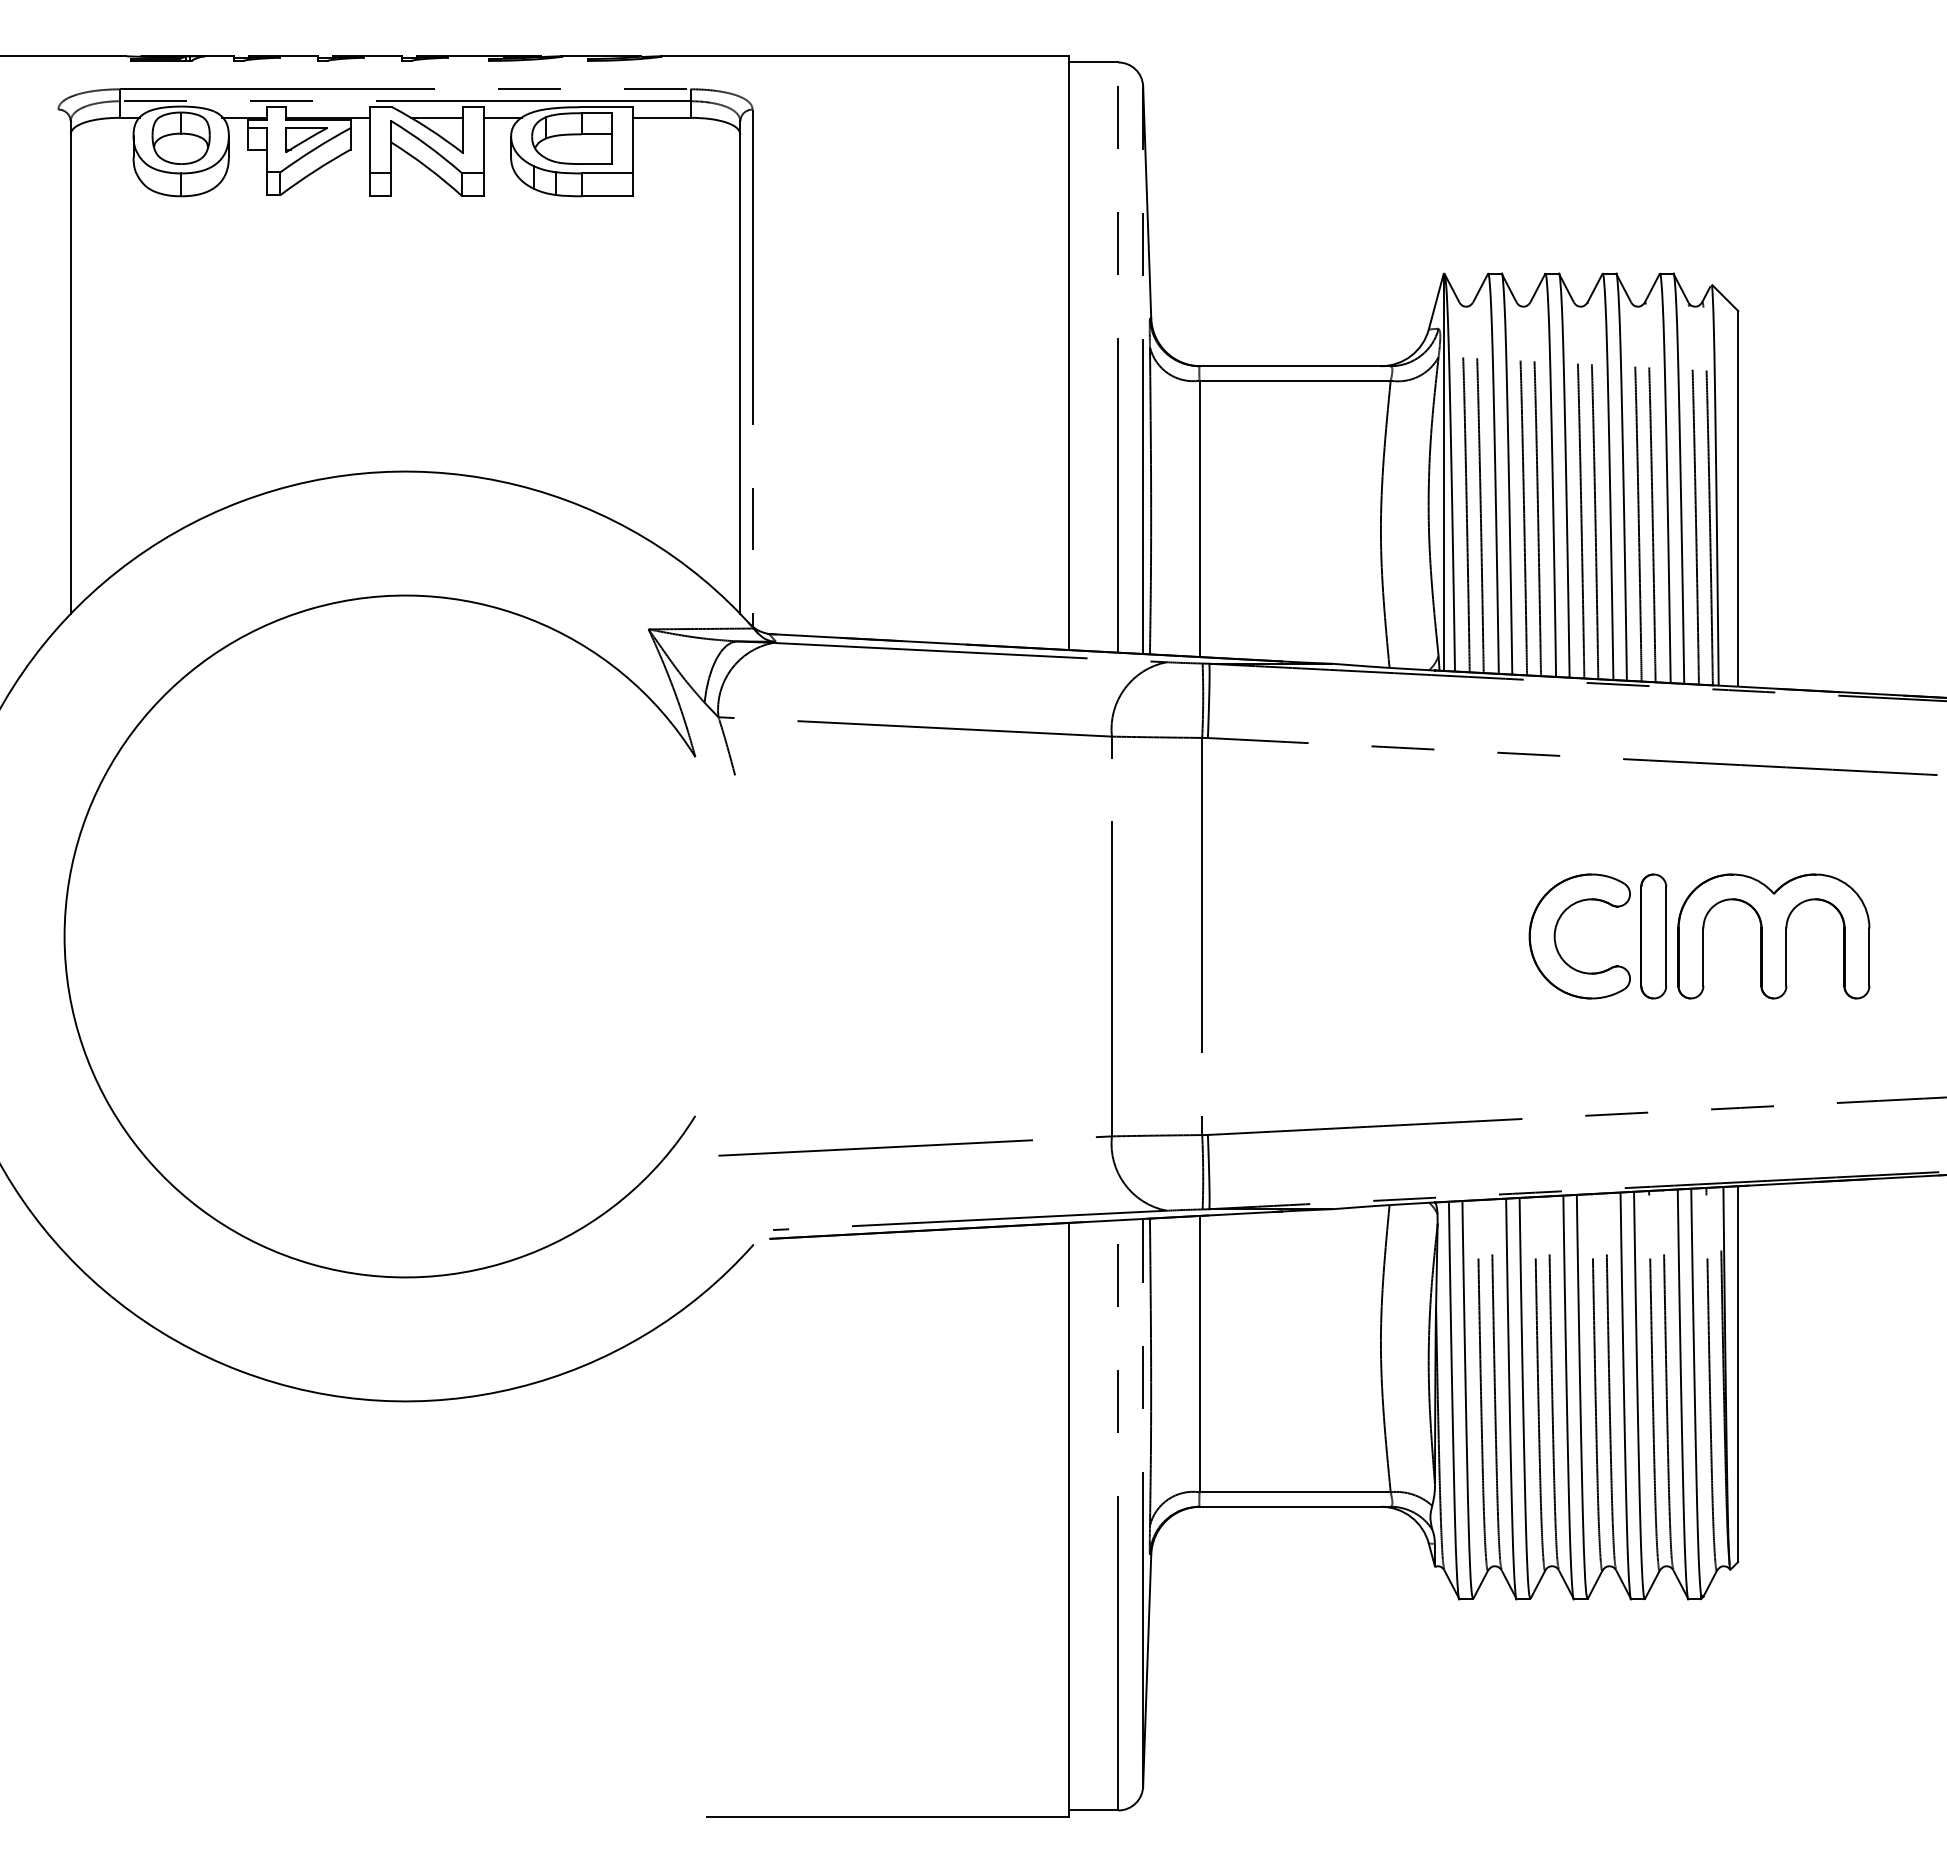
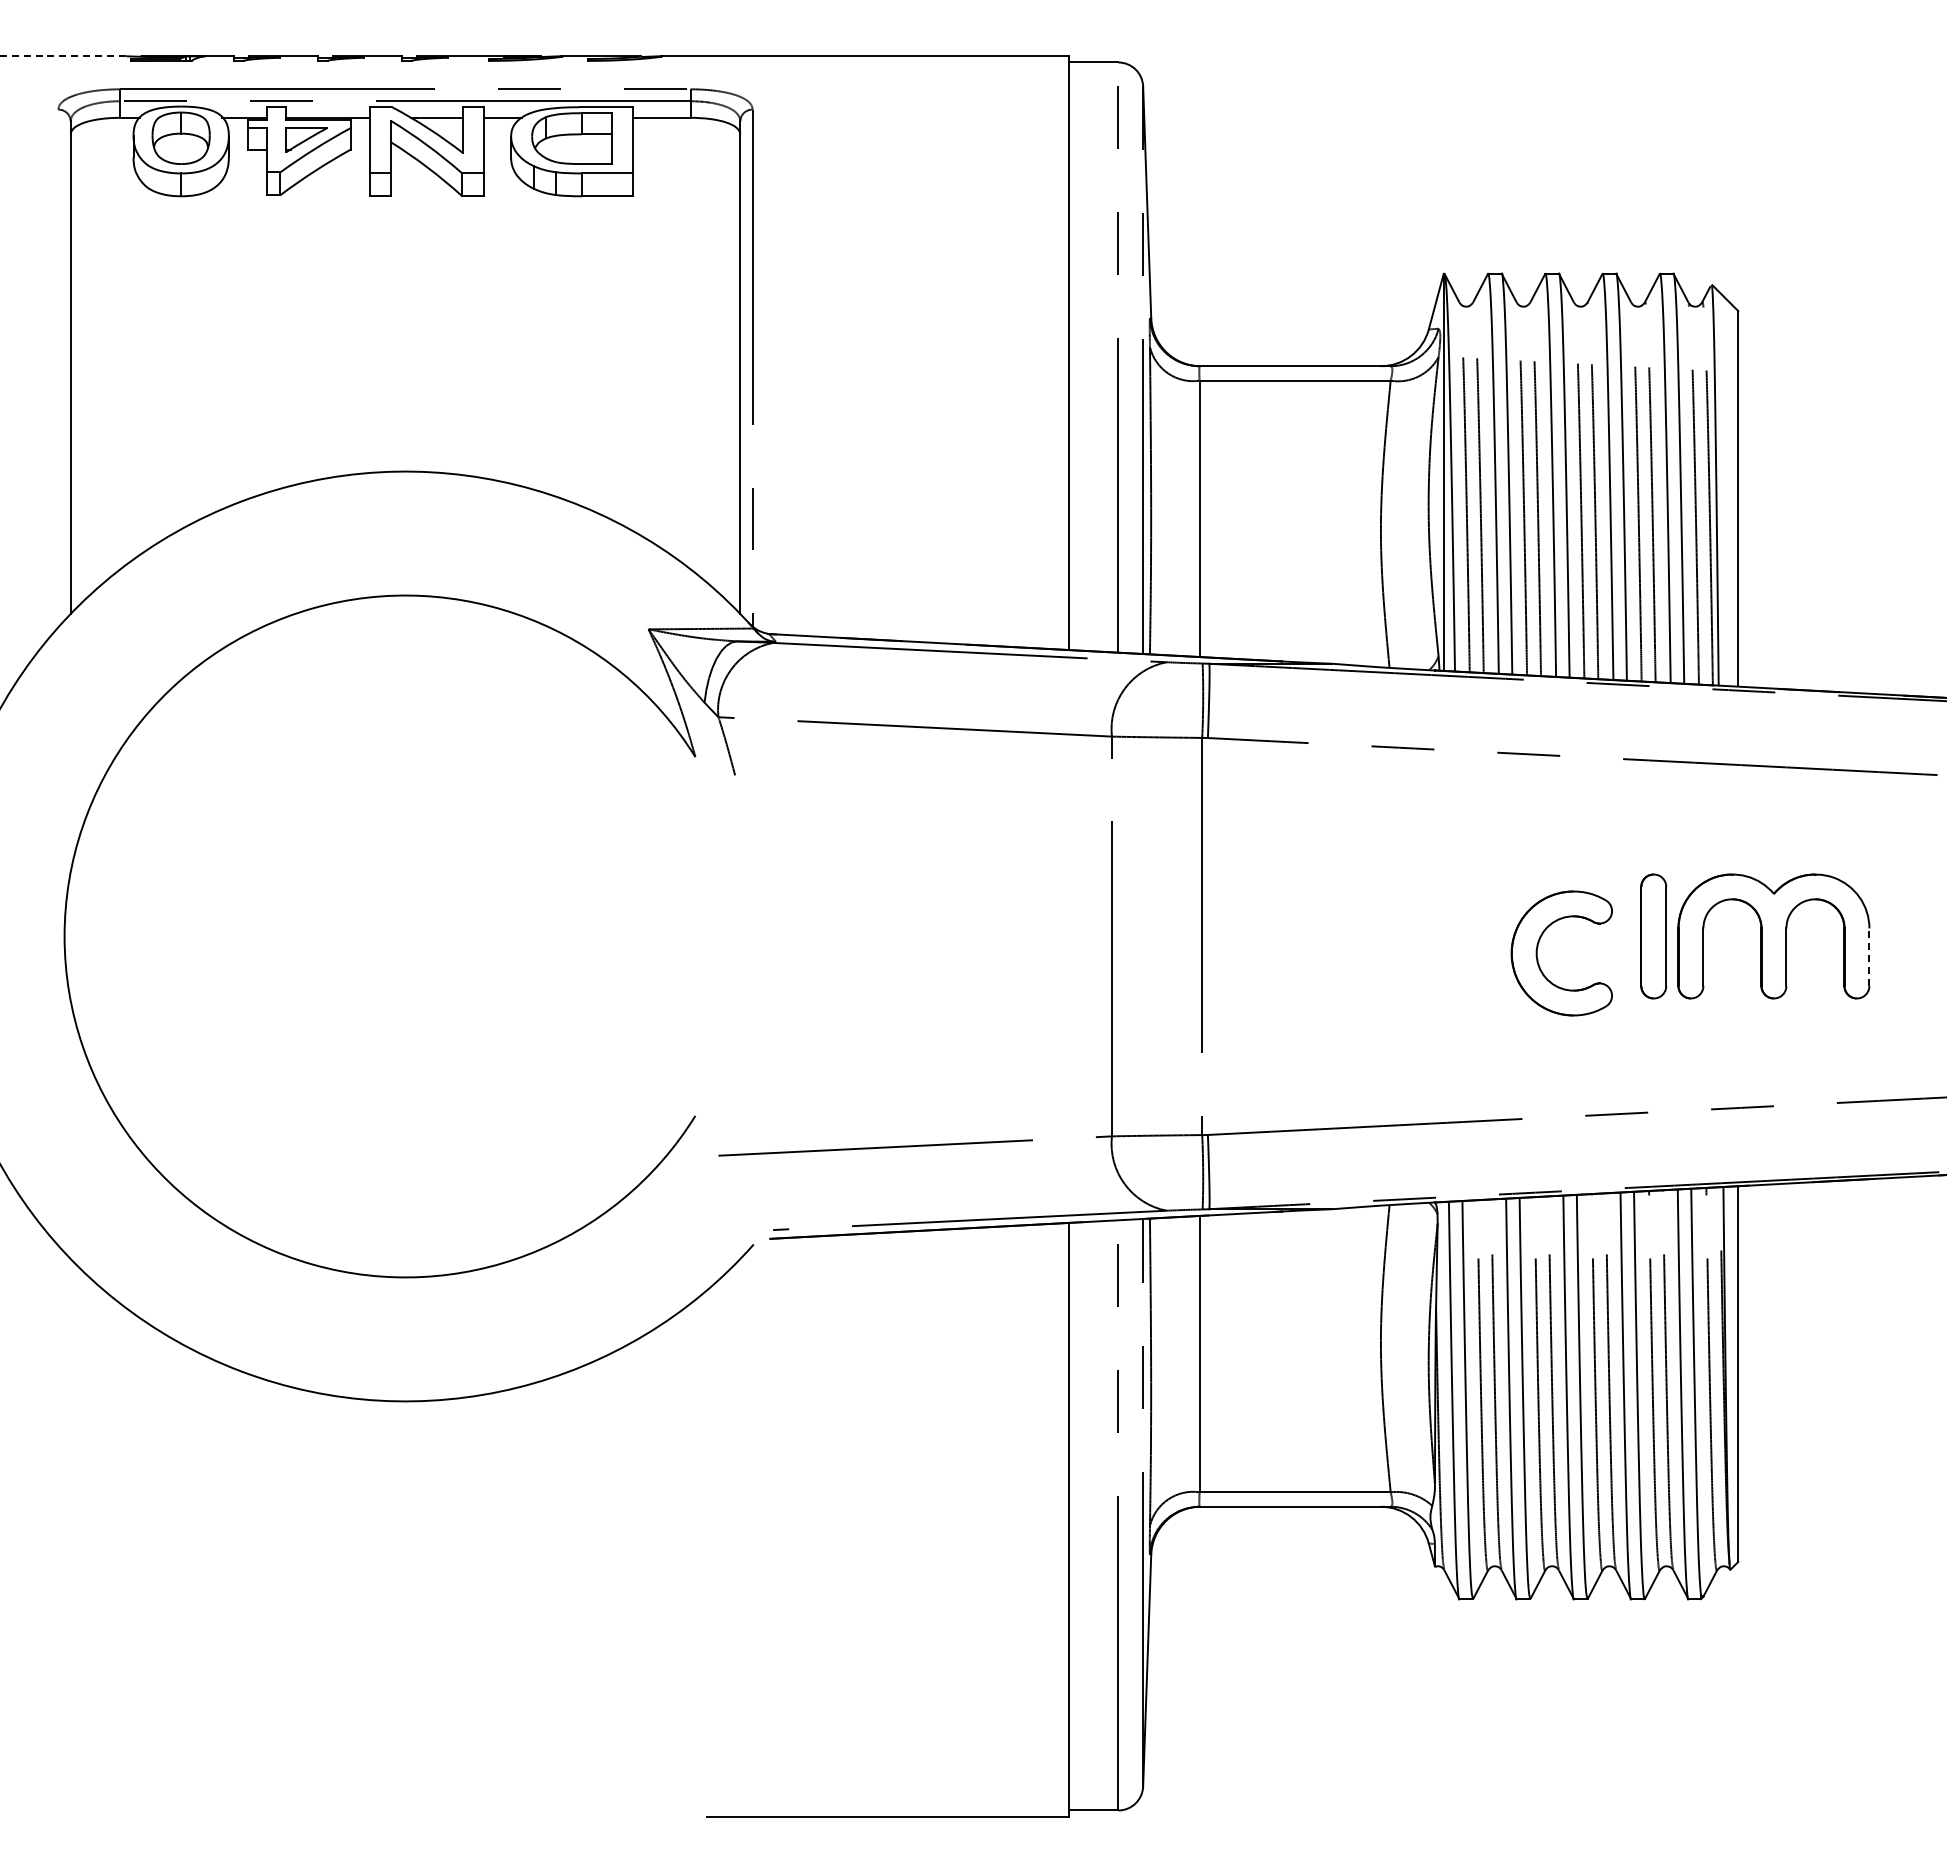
line at (63, 56): solid -> dashed
part at (1556, 930) position: (1556, 930) -> (1538, 947)
line at (1869, 957): solid -> dashed
